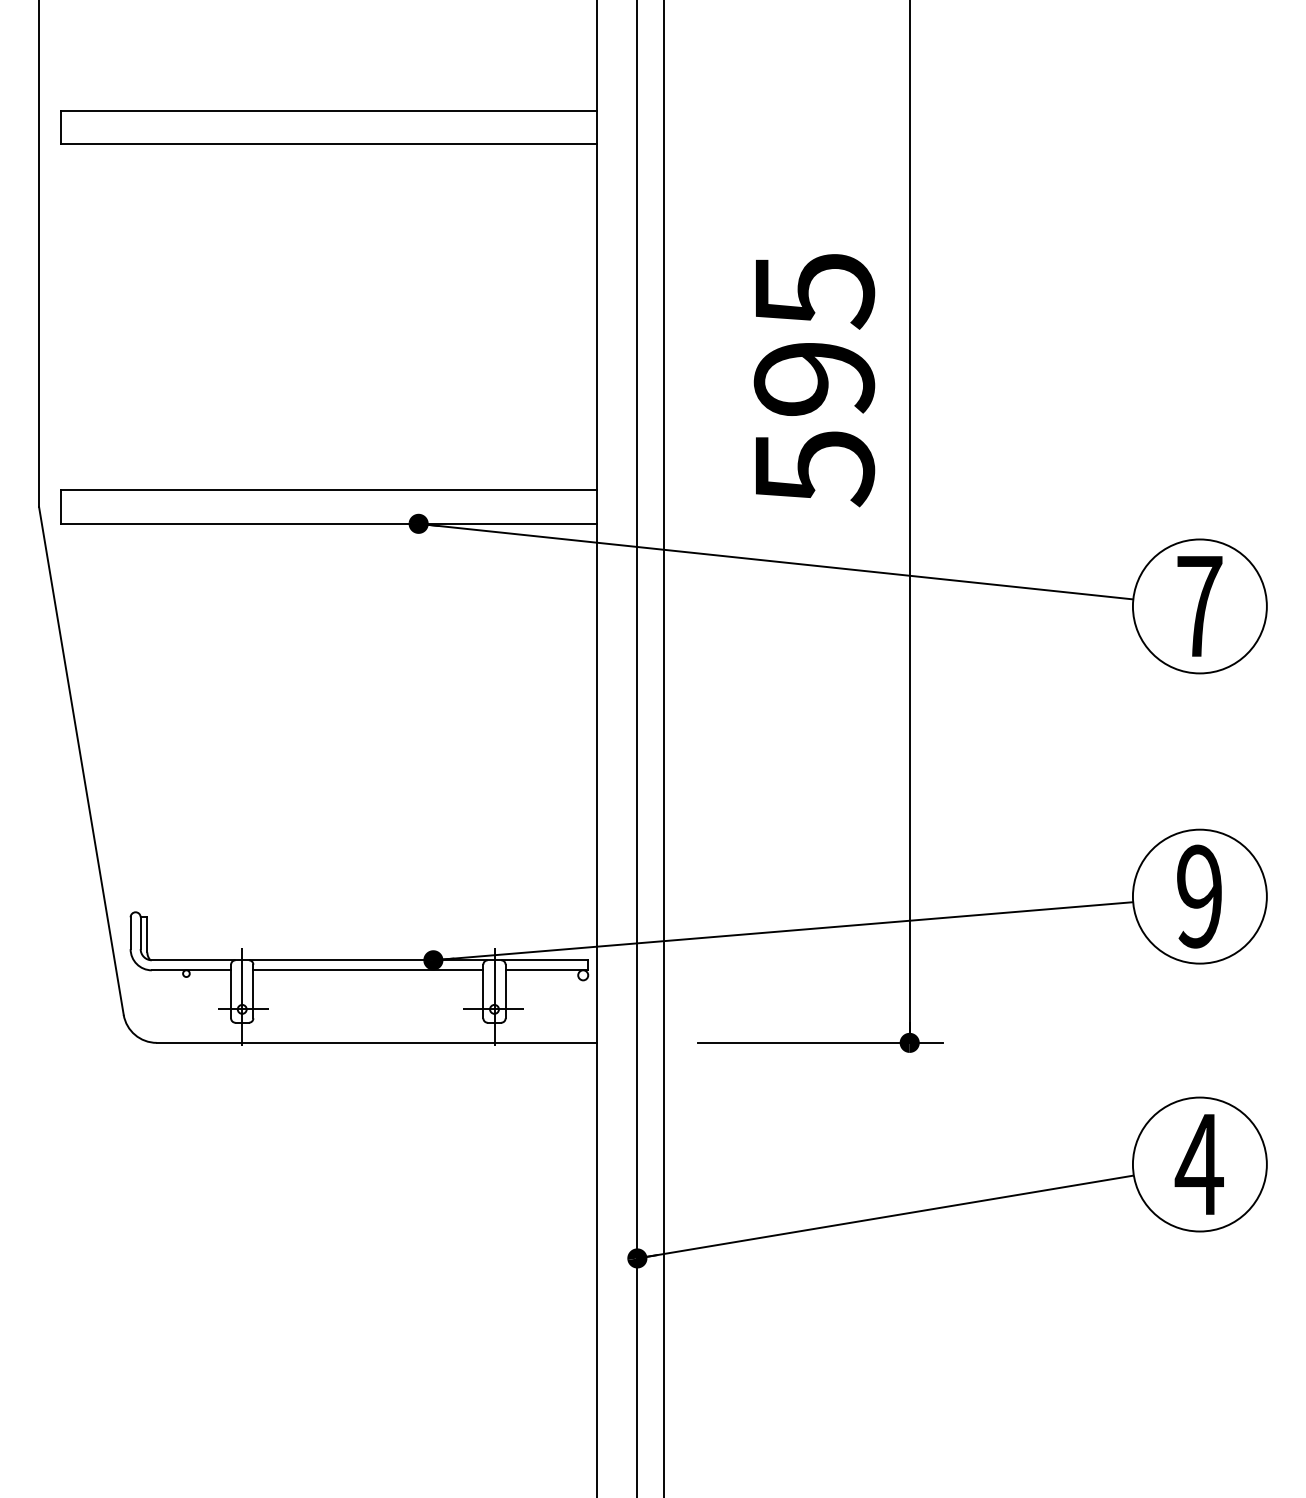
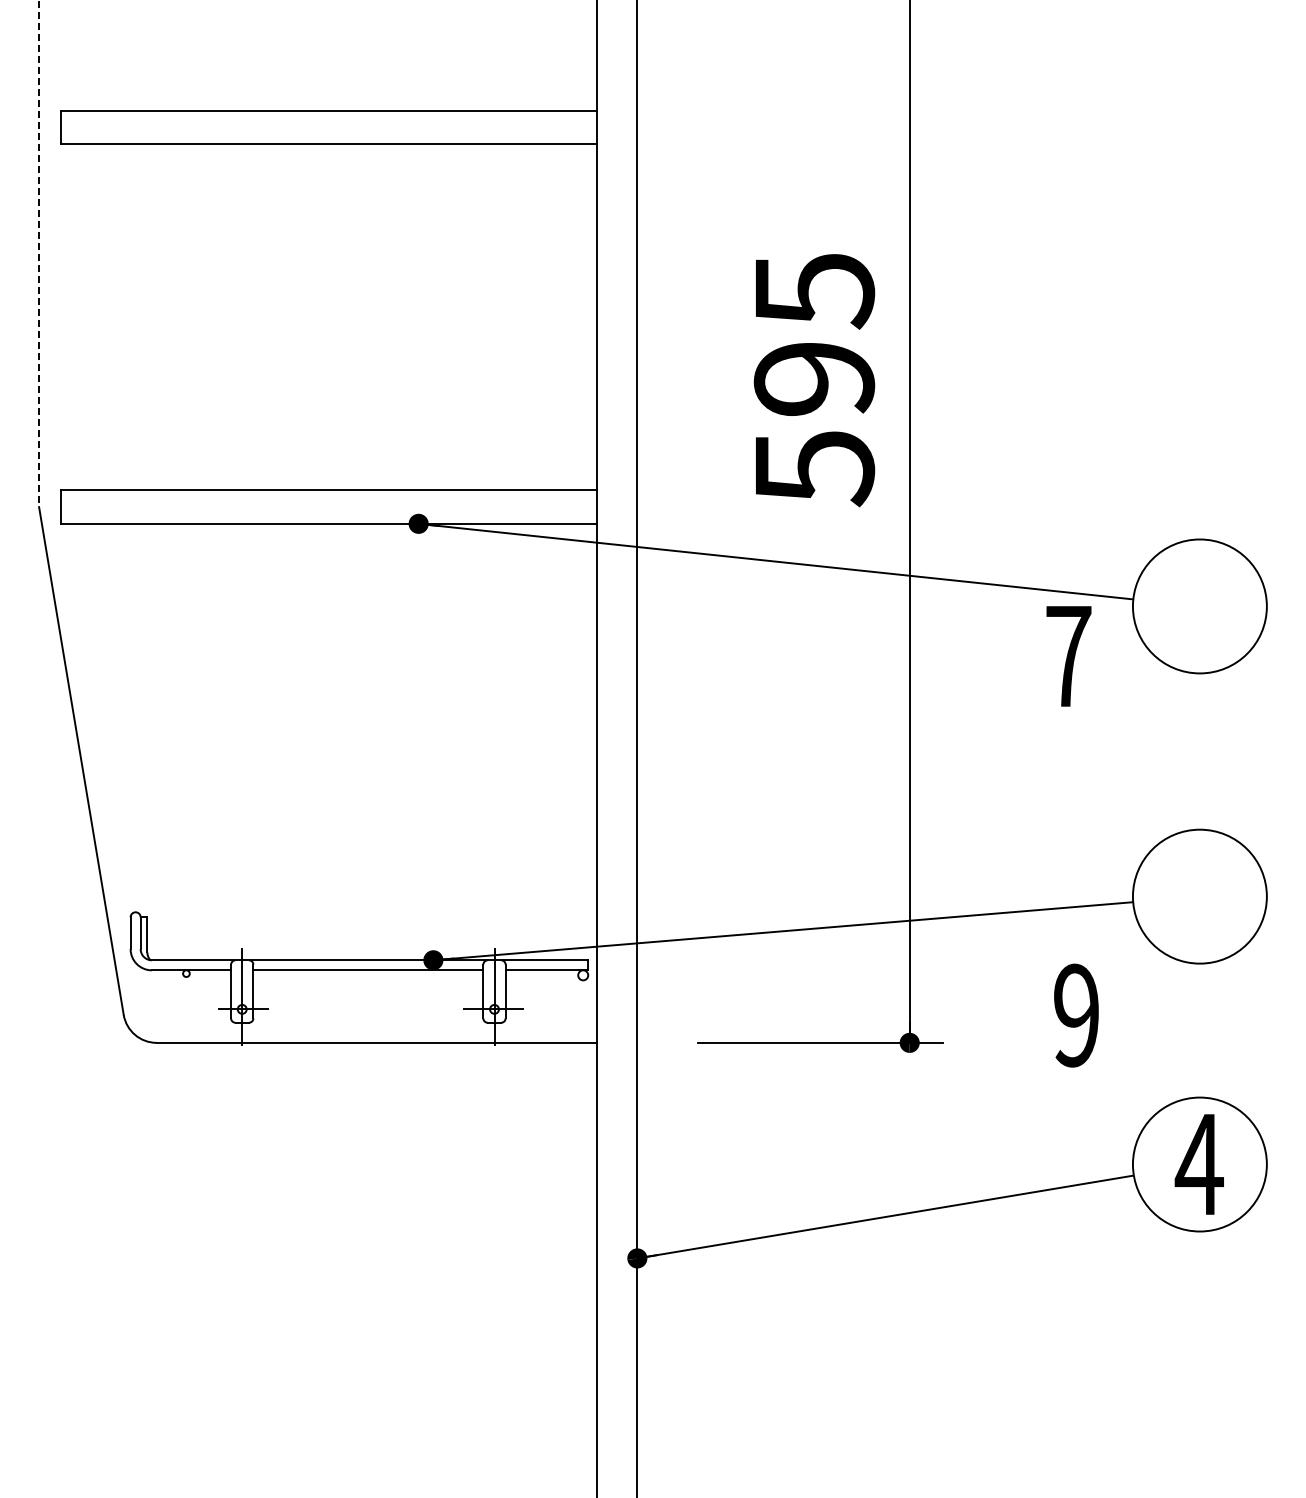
line at (39, 254): solid -> dashed
text at (1199, 606) position: (1199, 606) -> (1068, 656)
line at (664, 748): present -> none
text at (1199, 896) position: (1199, 896) -> (1076, 1015)
